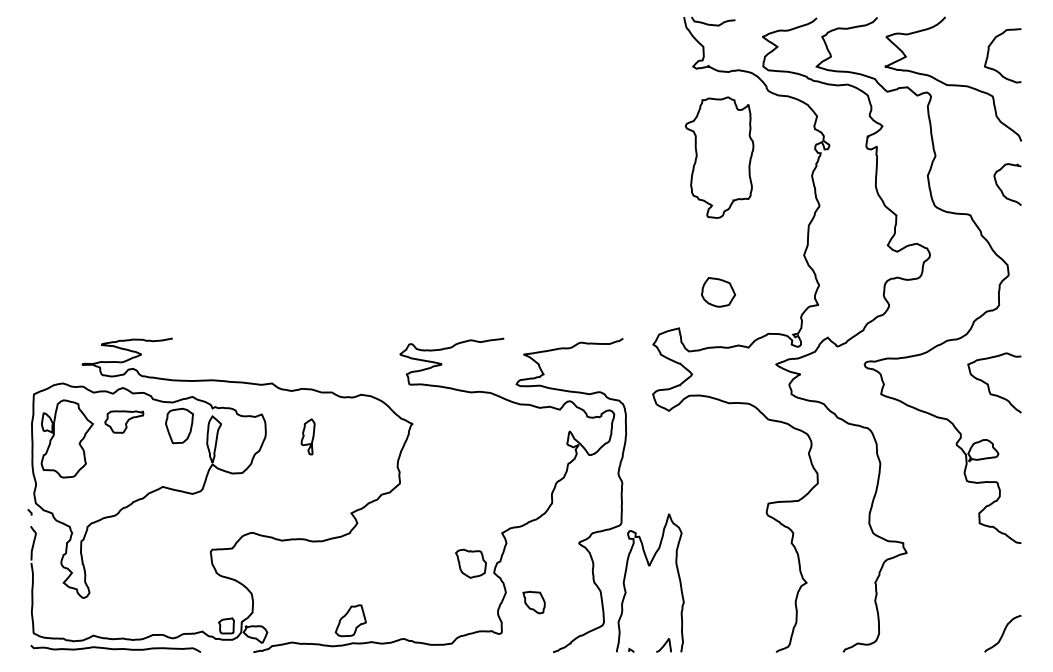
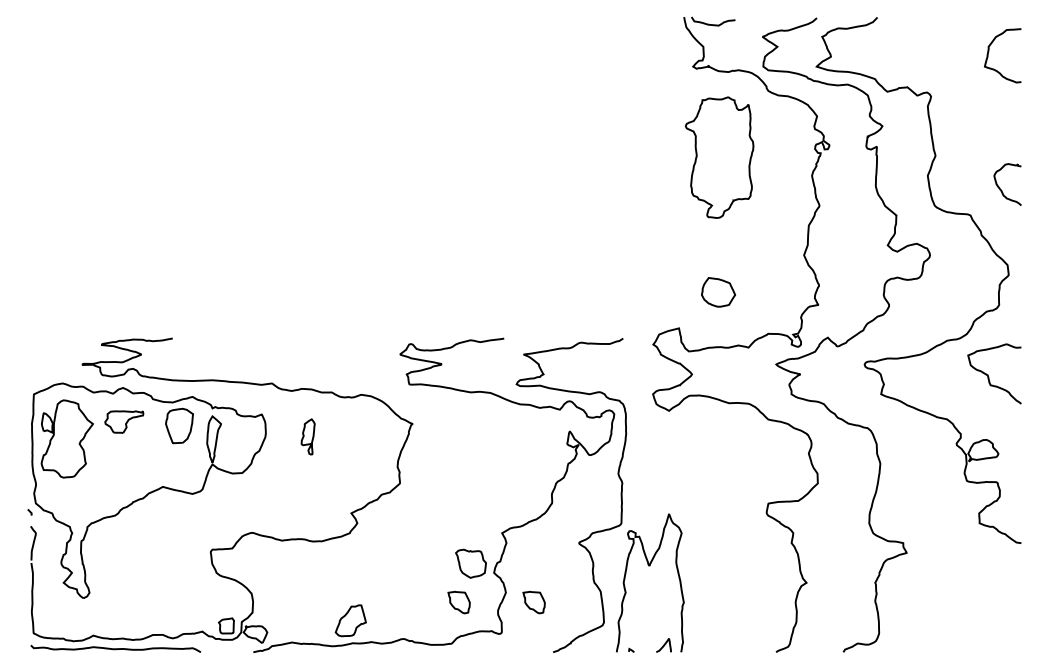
curve at (952, 84): present -> none
curve at (988, 383) position: (988, 383) -> (988, 374)
part at (458, 602): none -> present
curve at (1002, 633): present -> none
